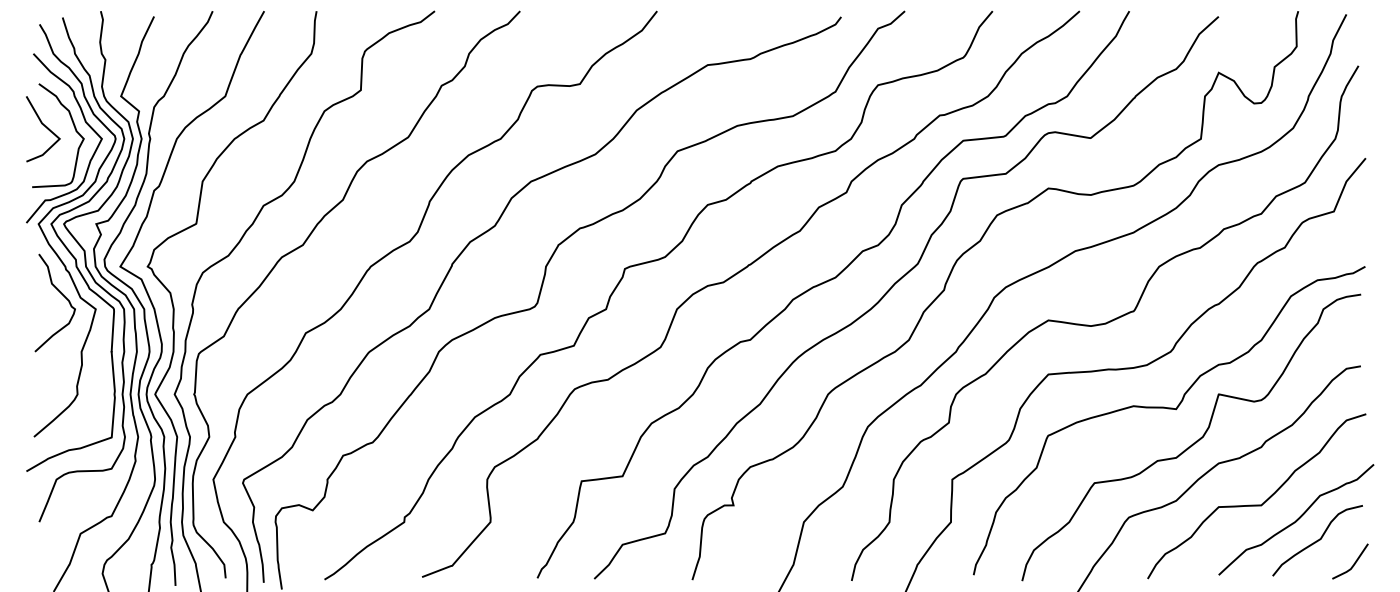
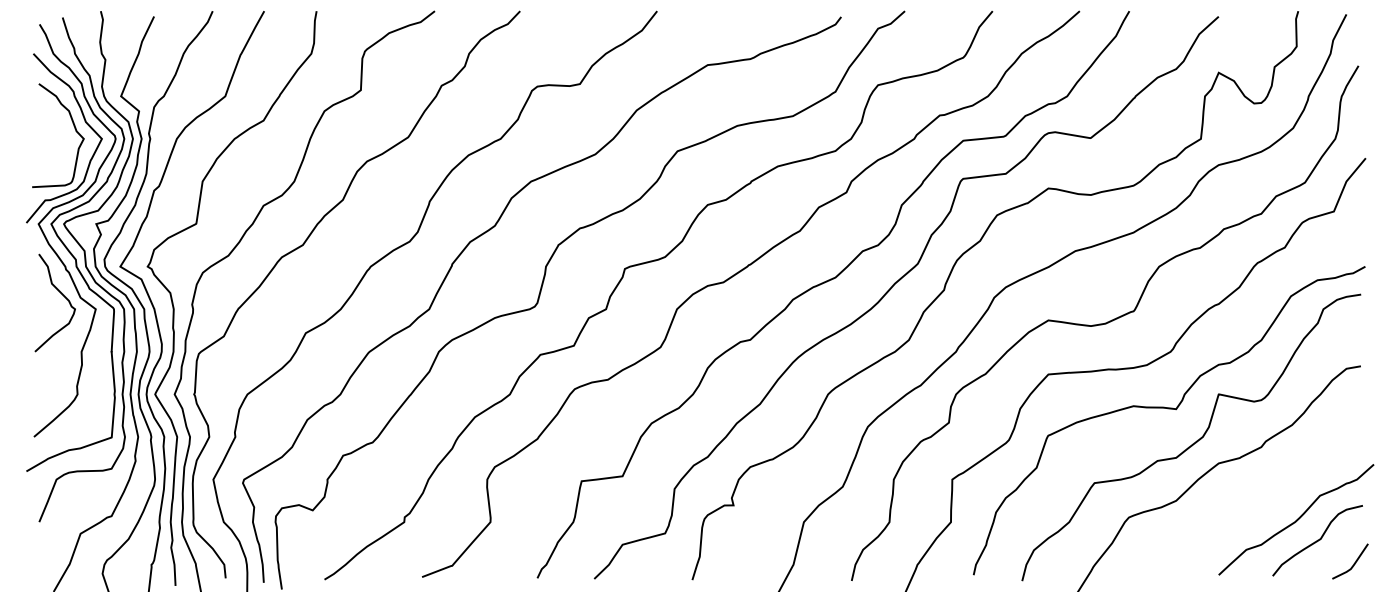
line at (45, 127): present -> none
curve at (1256, 504): present -> none
